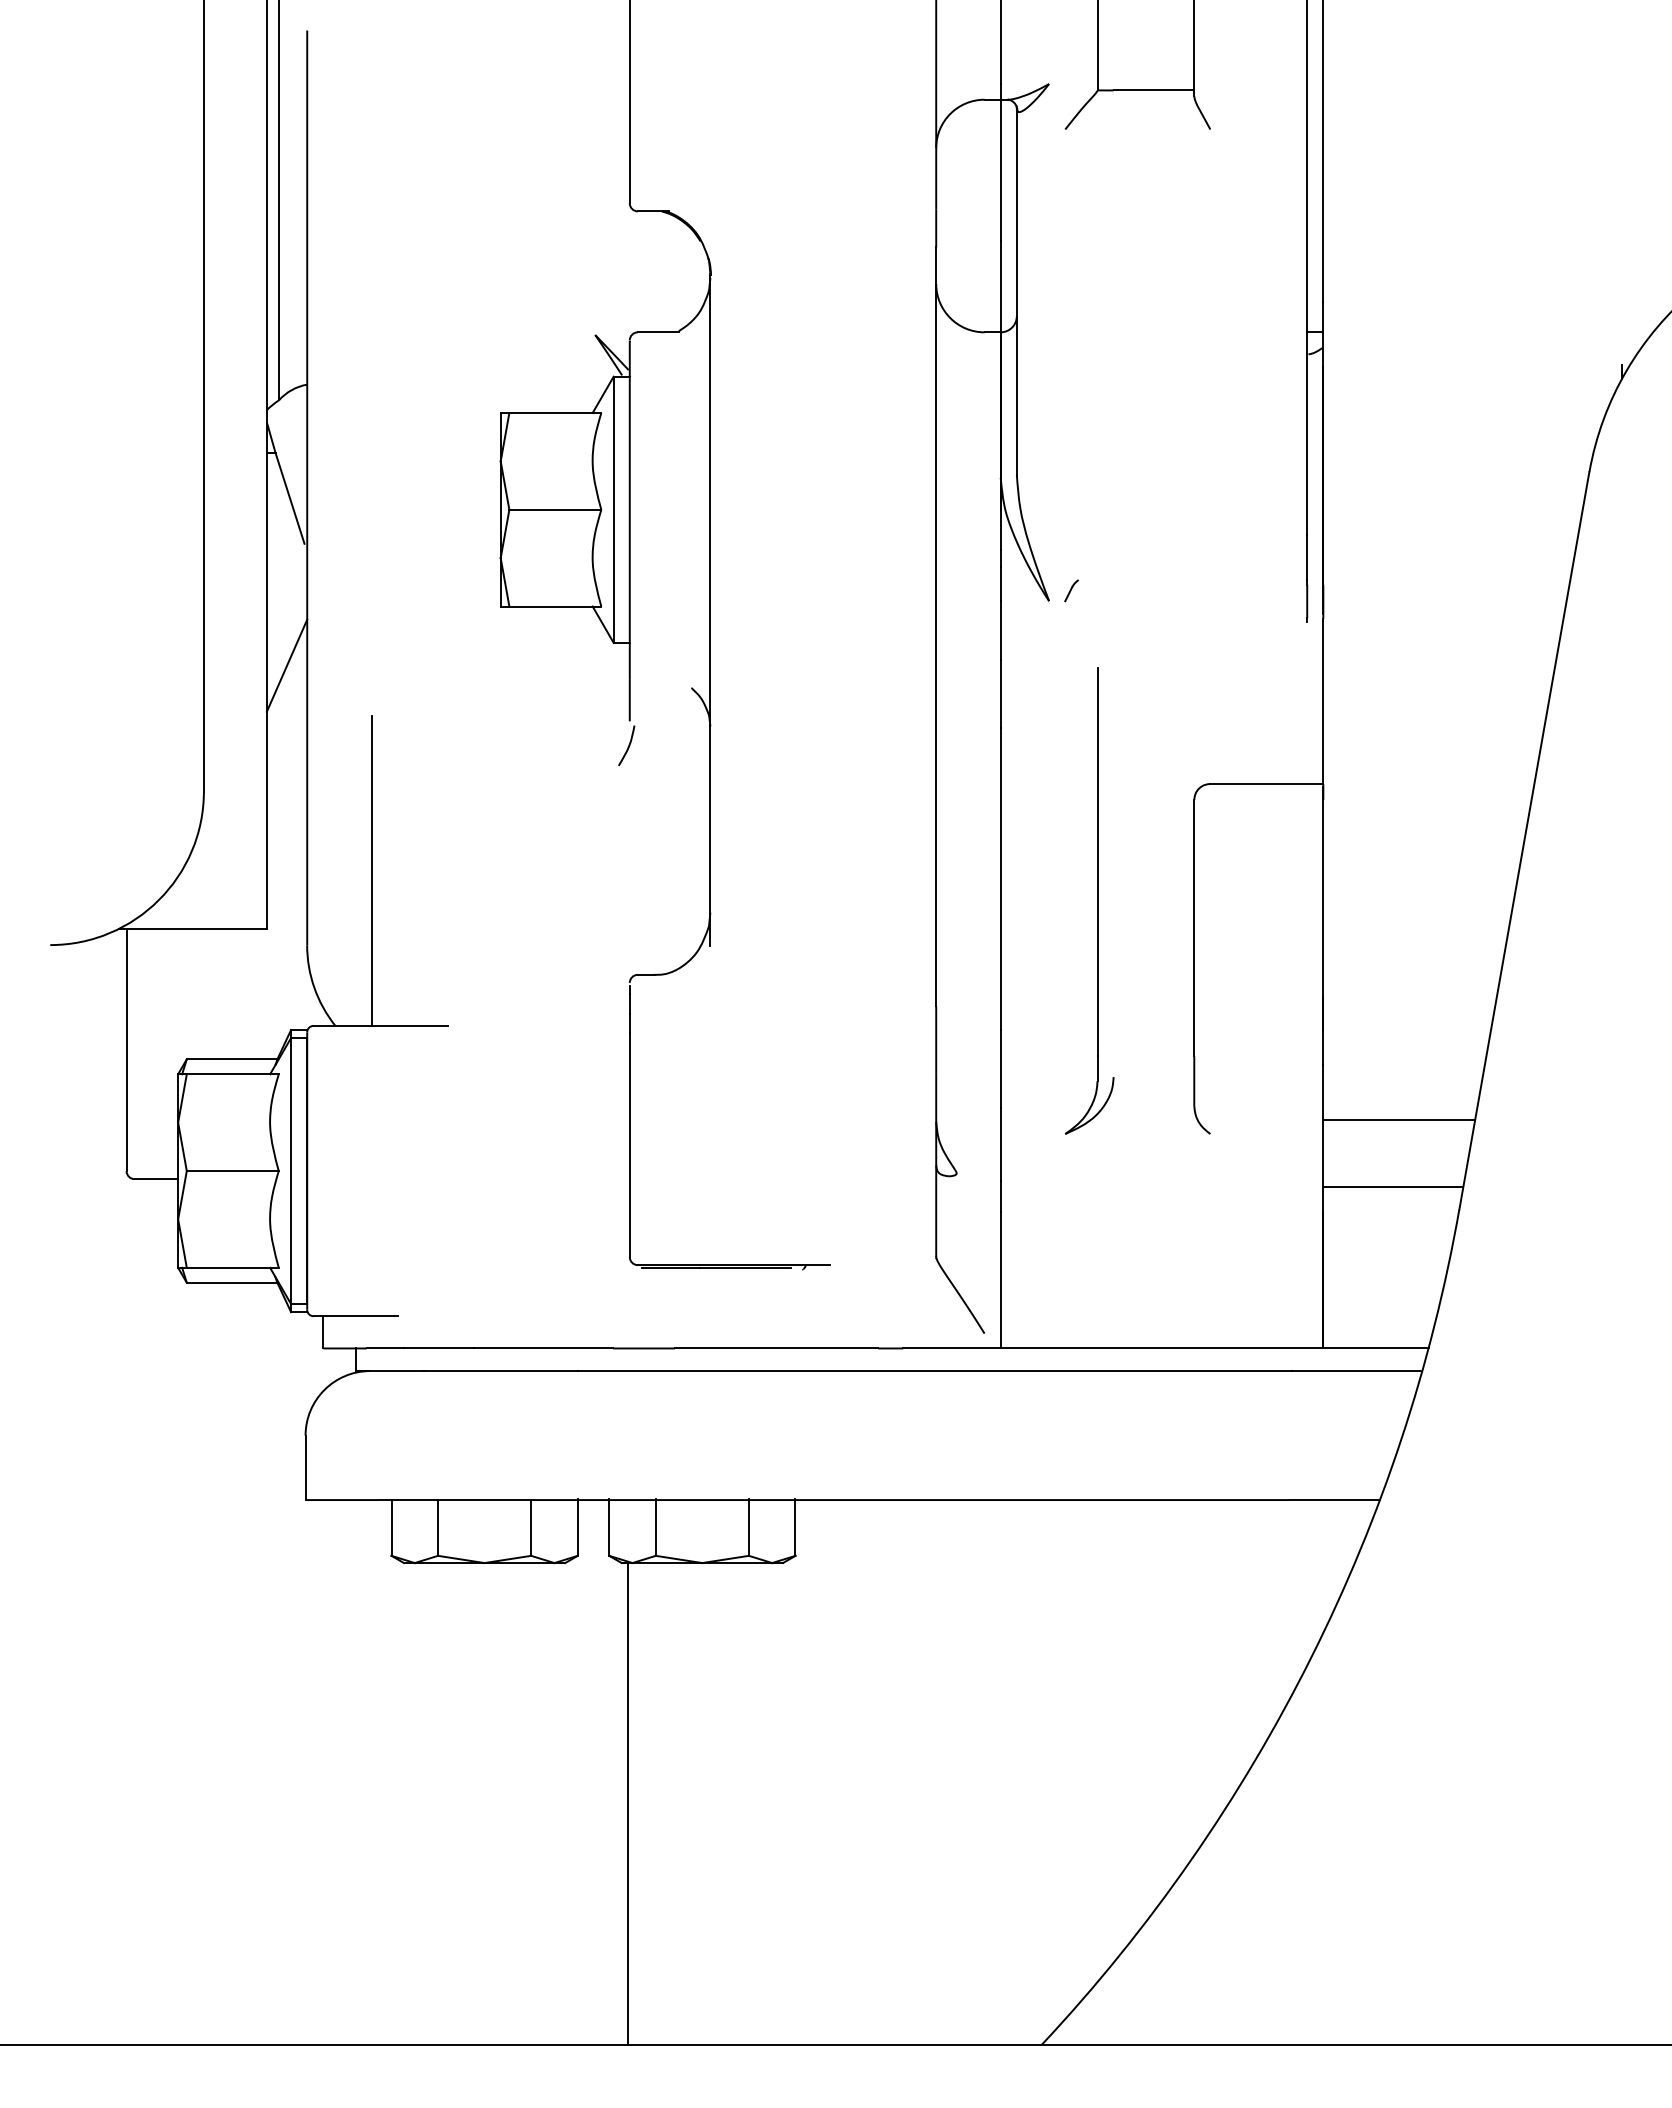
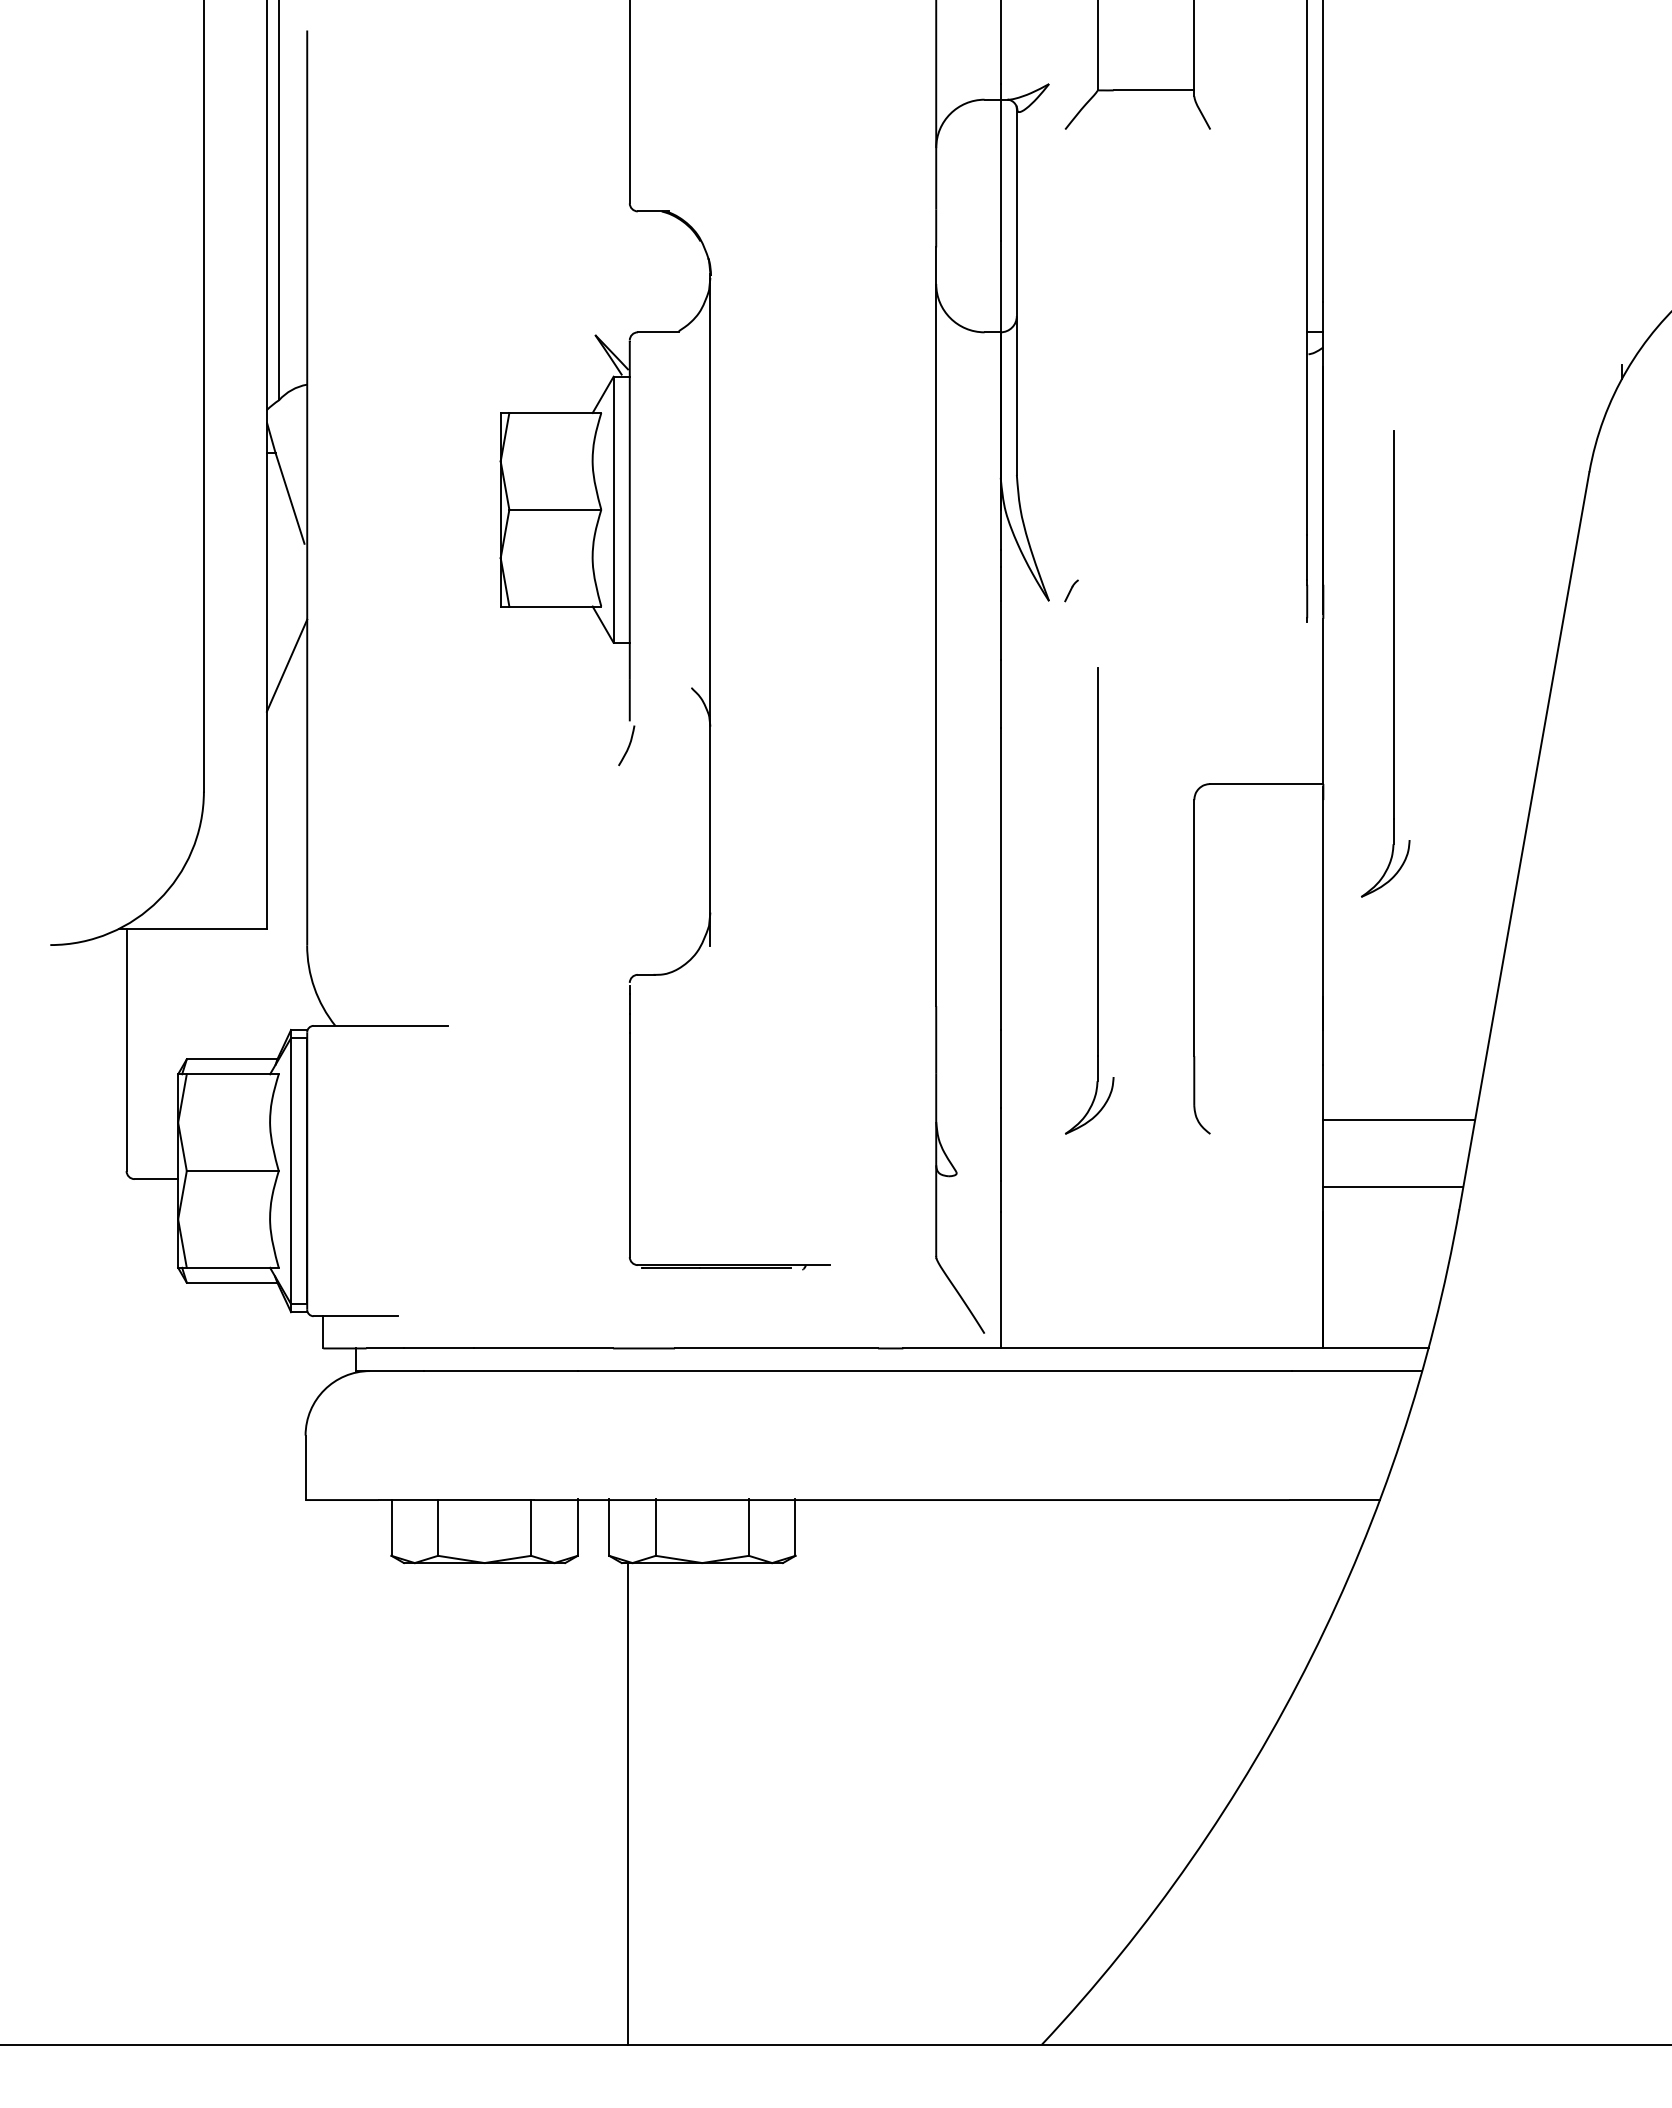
part at (1393, 663): none -> present
line at (371, 870): present -> none
